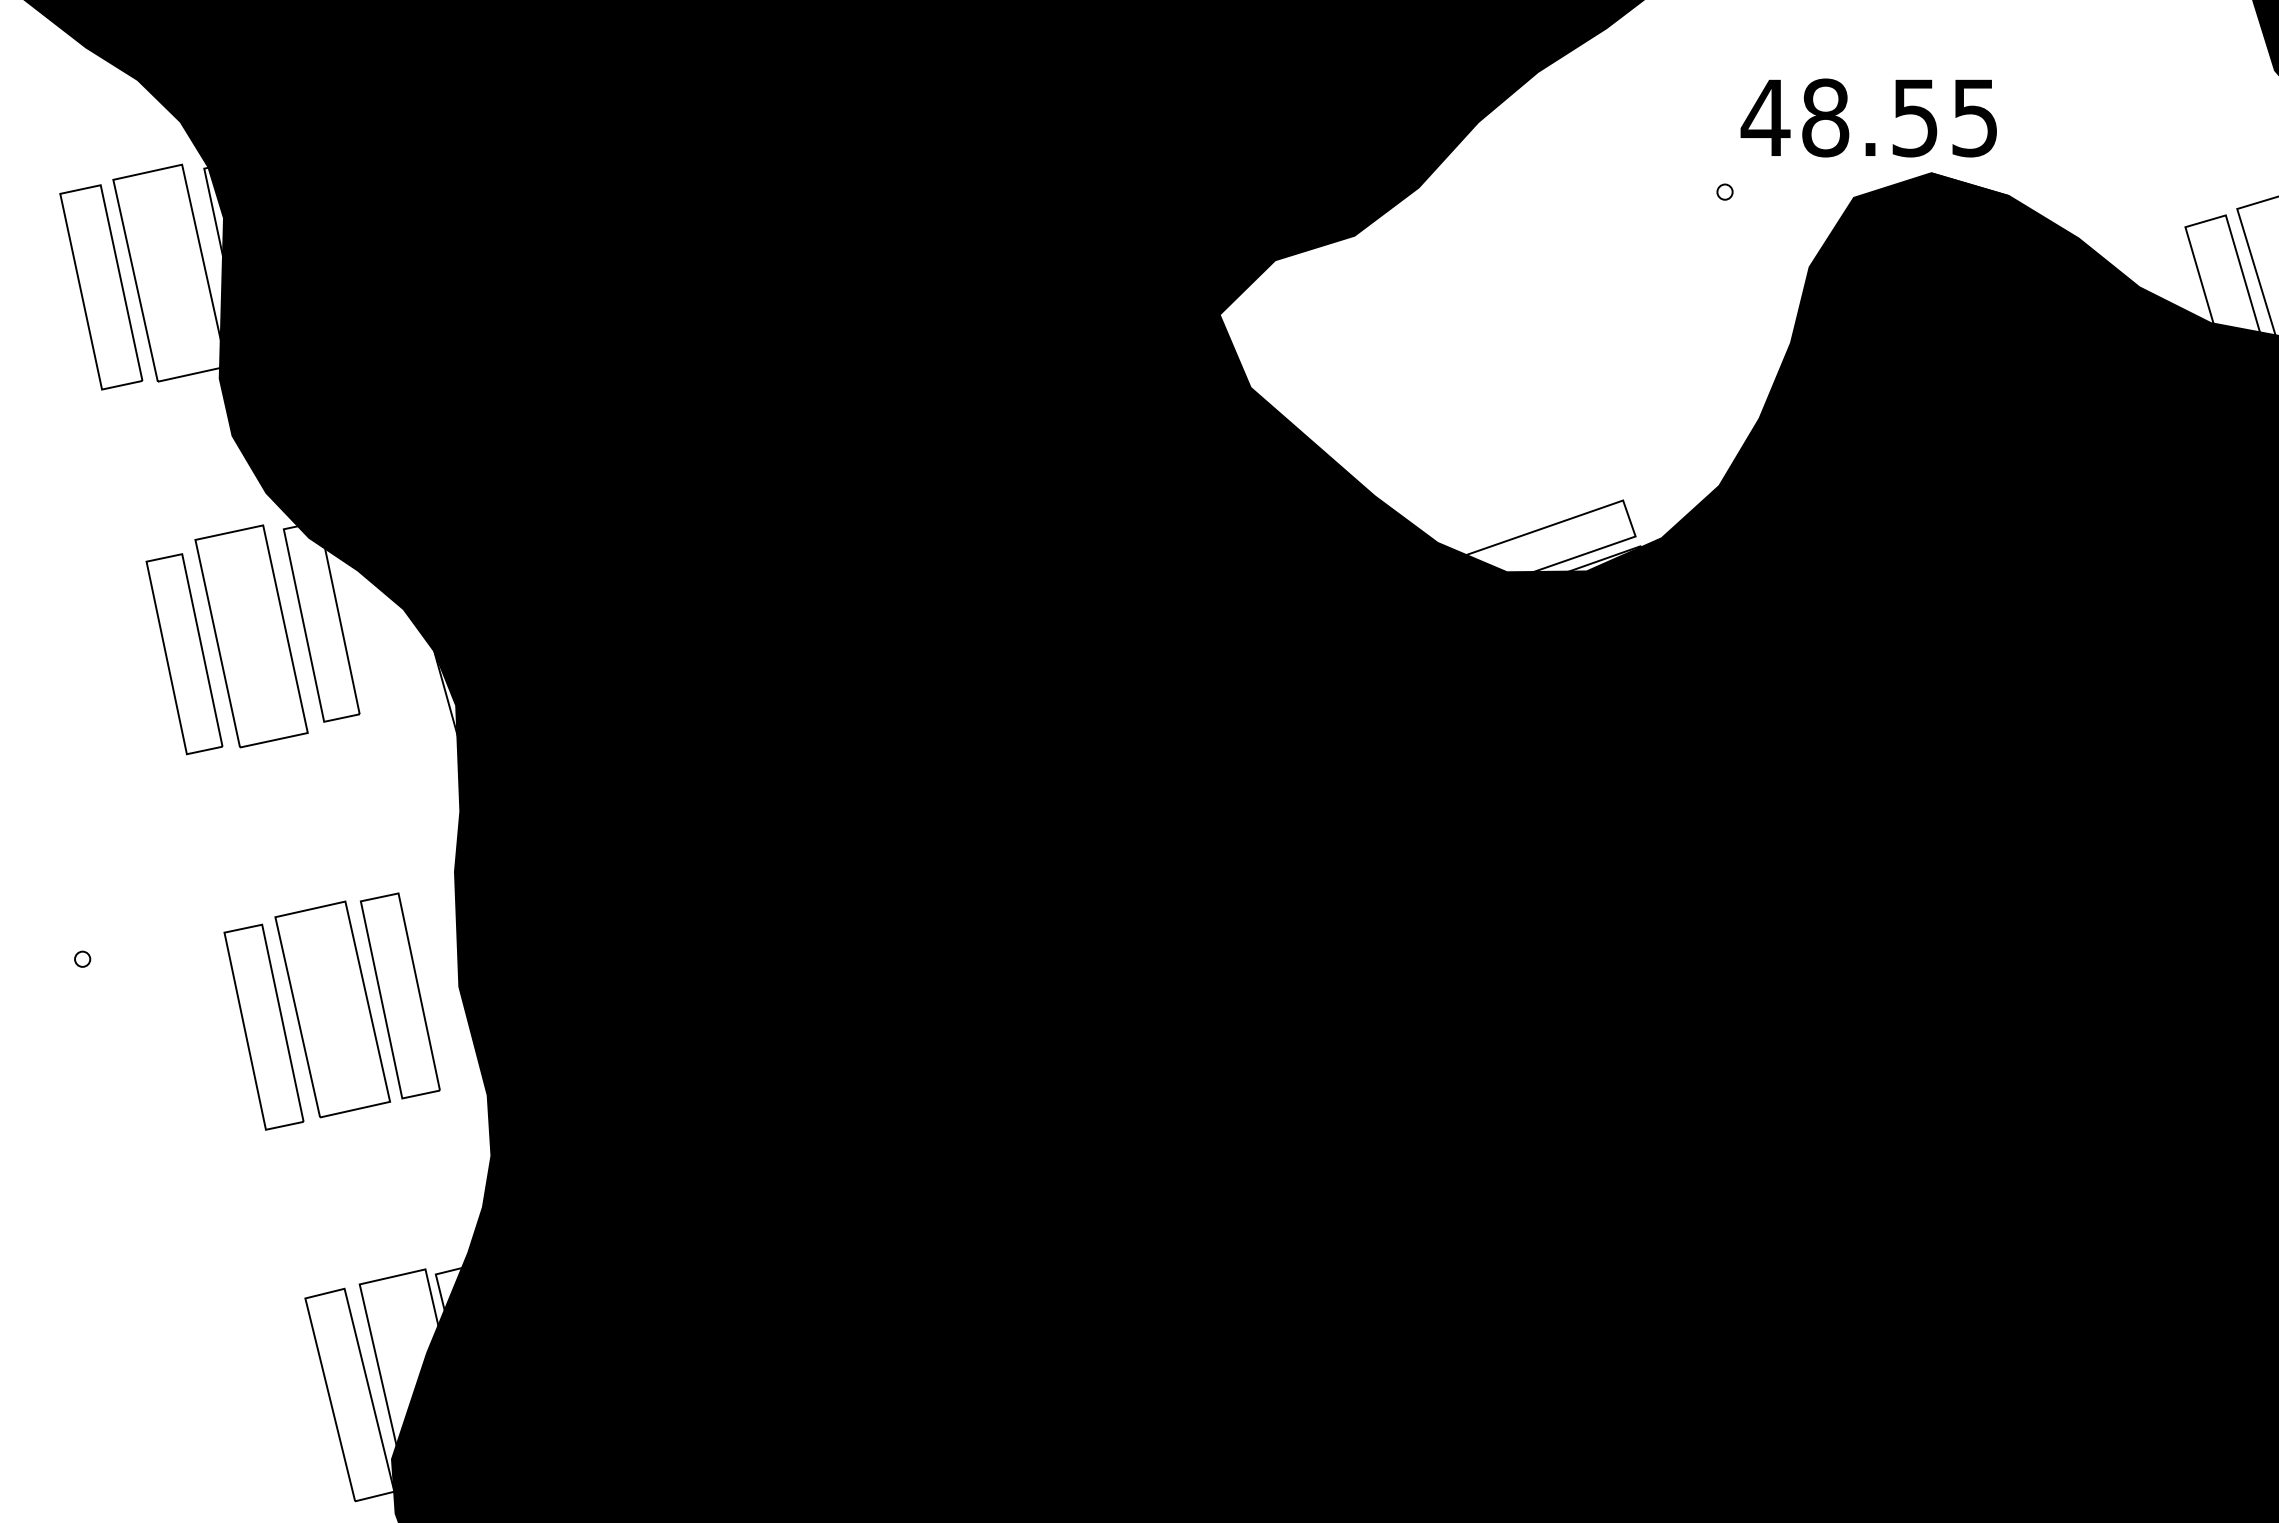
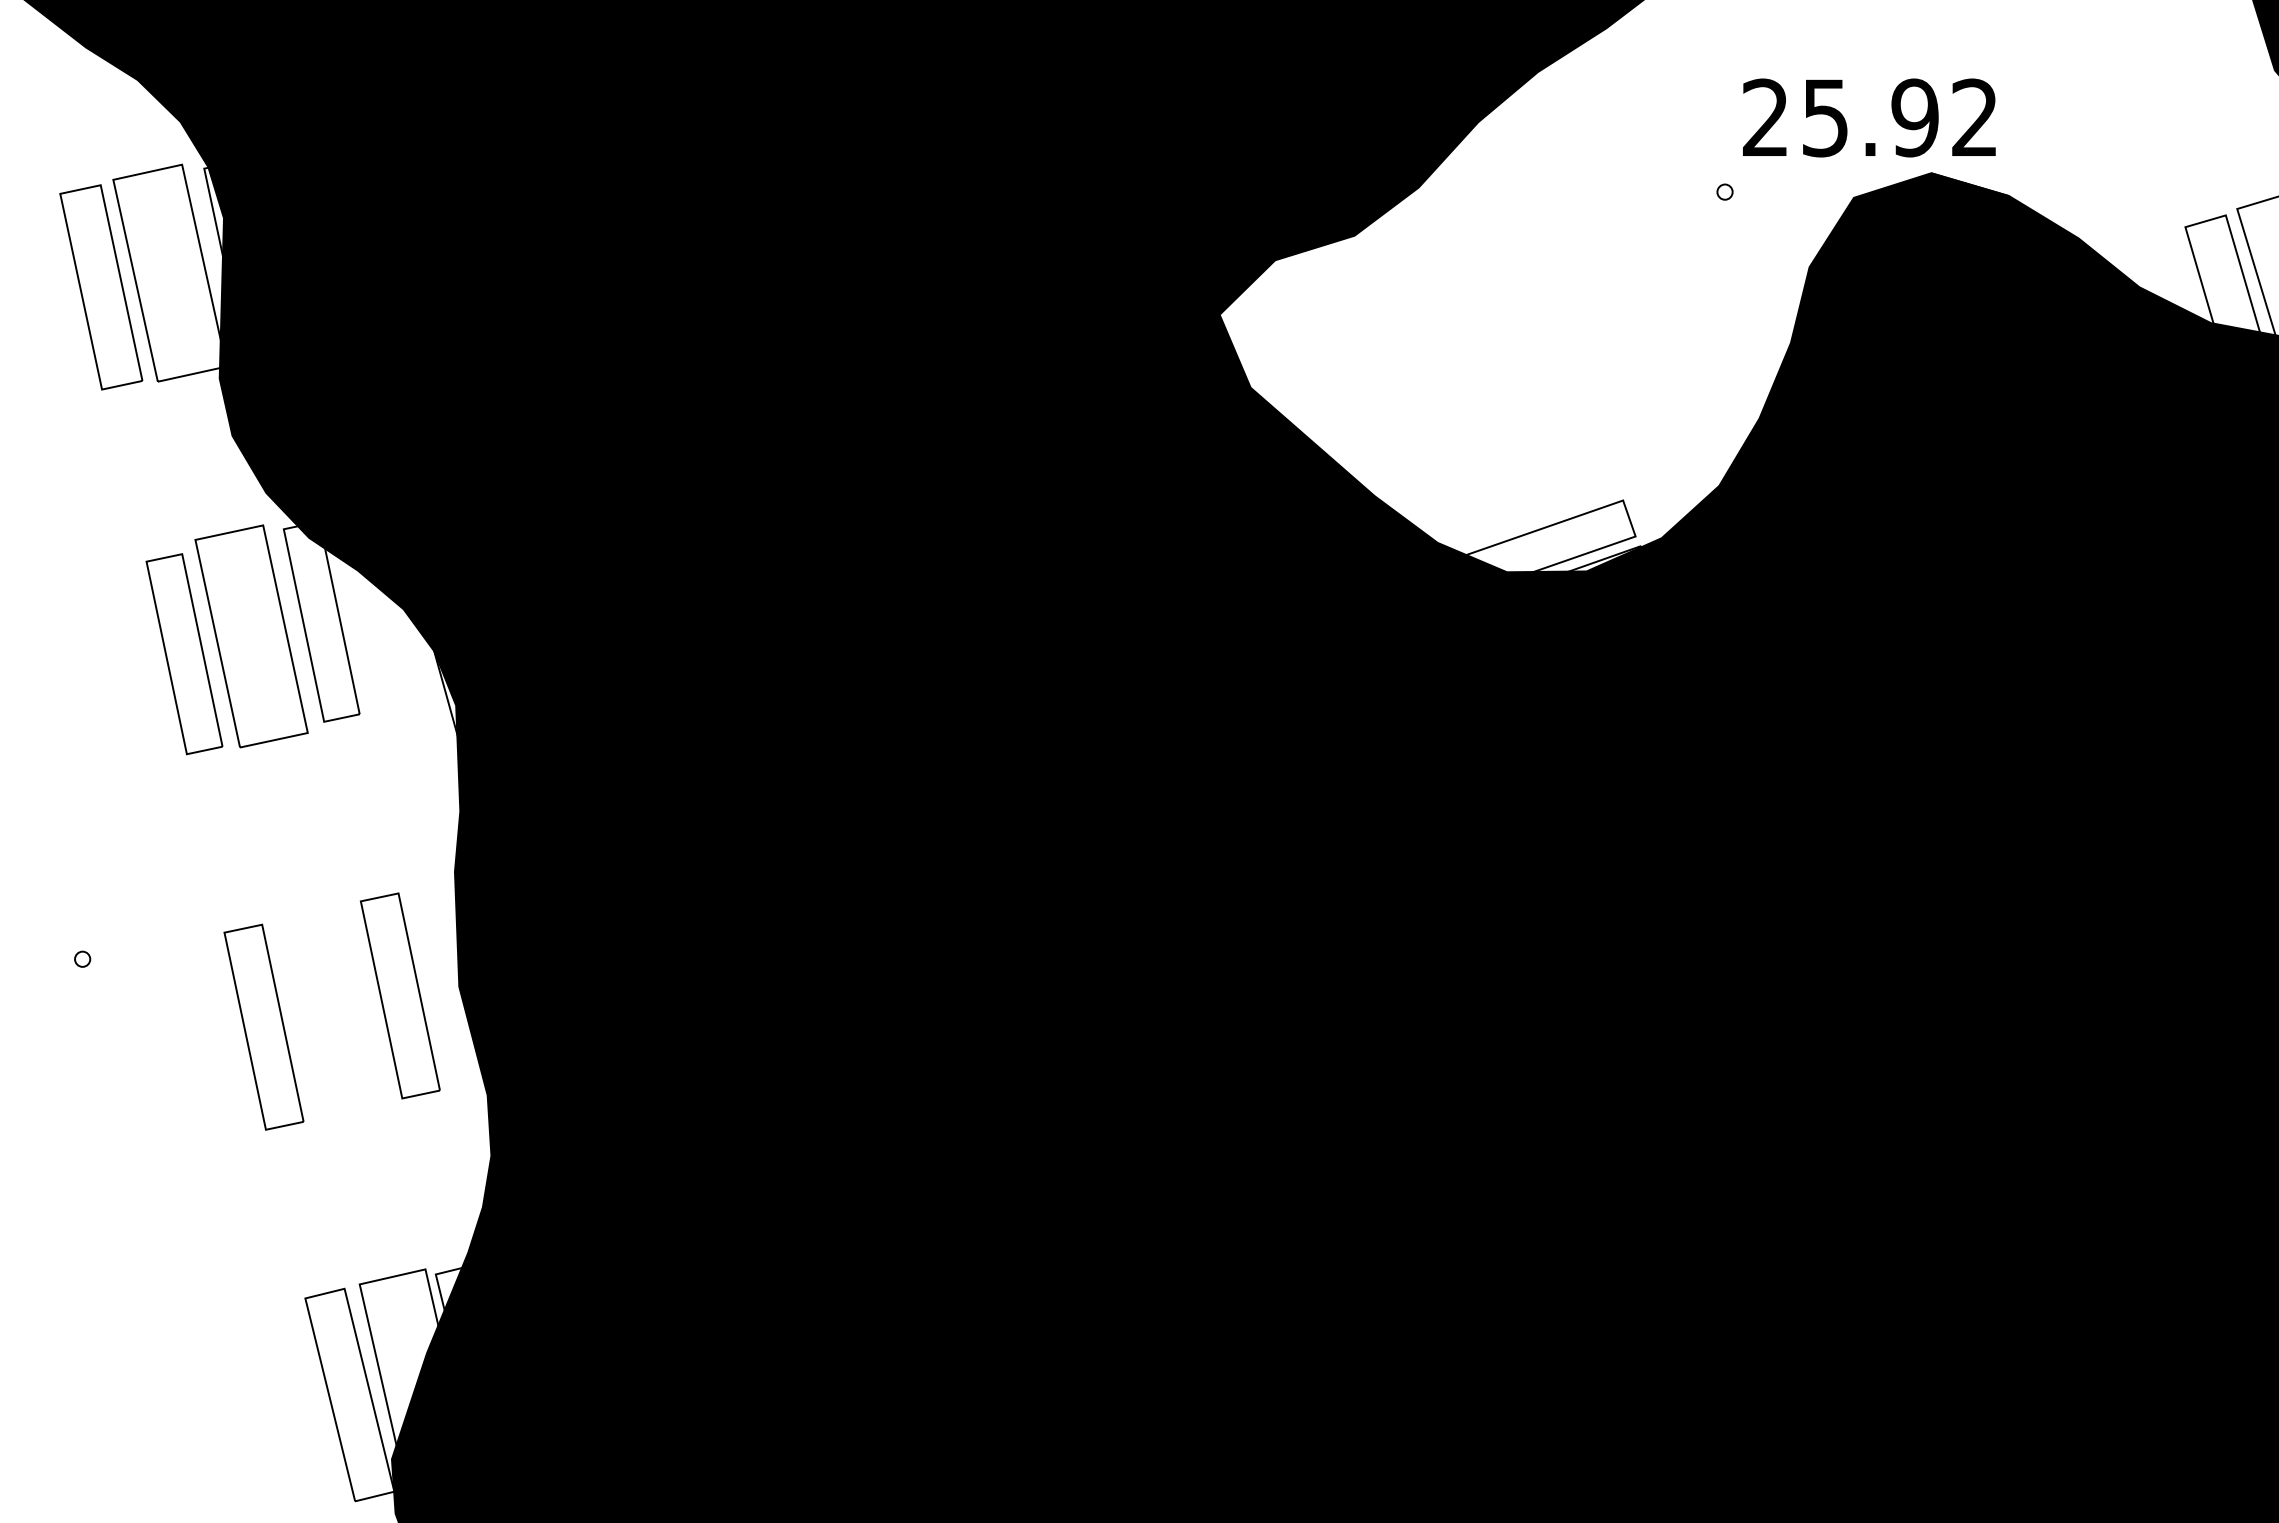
text at (1868, 117): 48.55 -> 25.92
part at (332, 1009): present -> none
